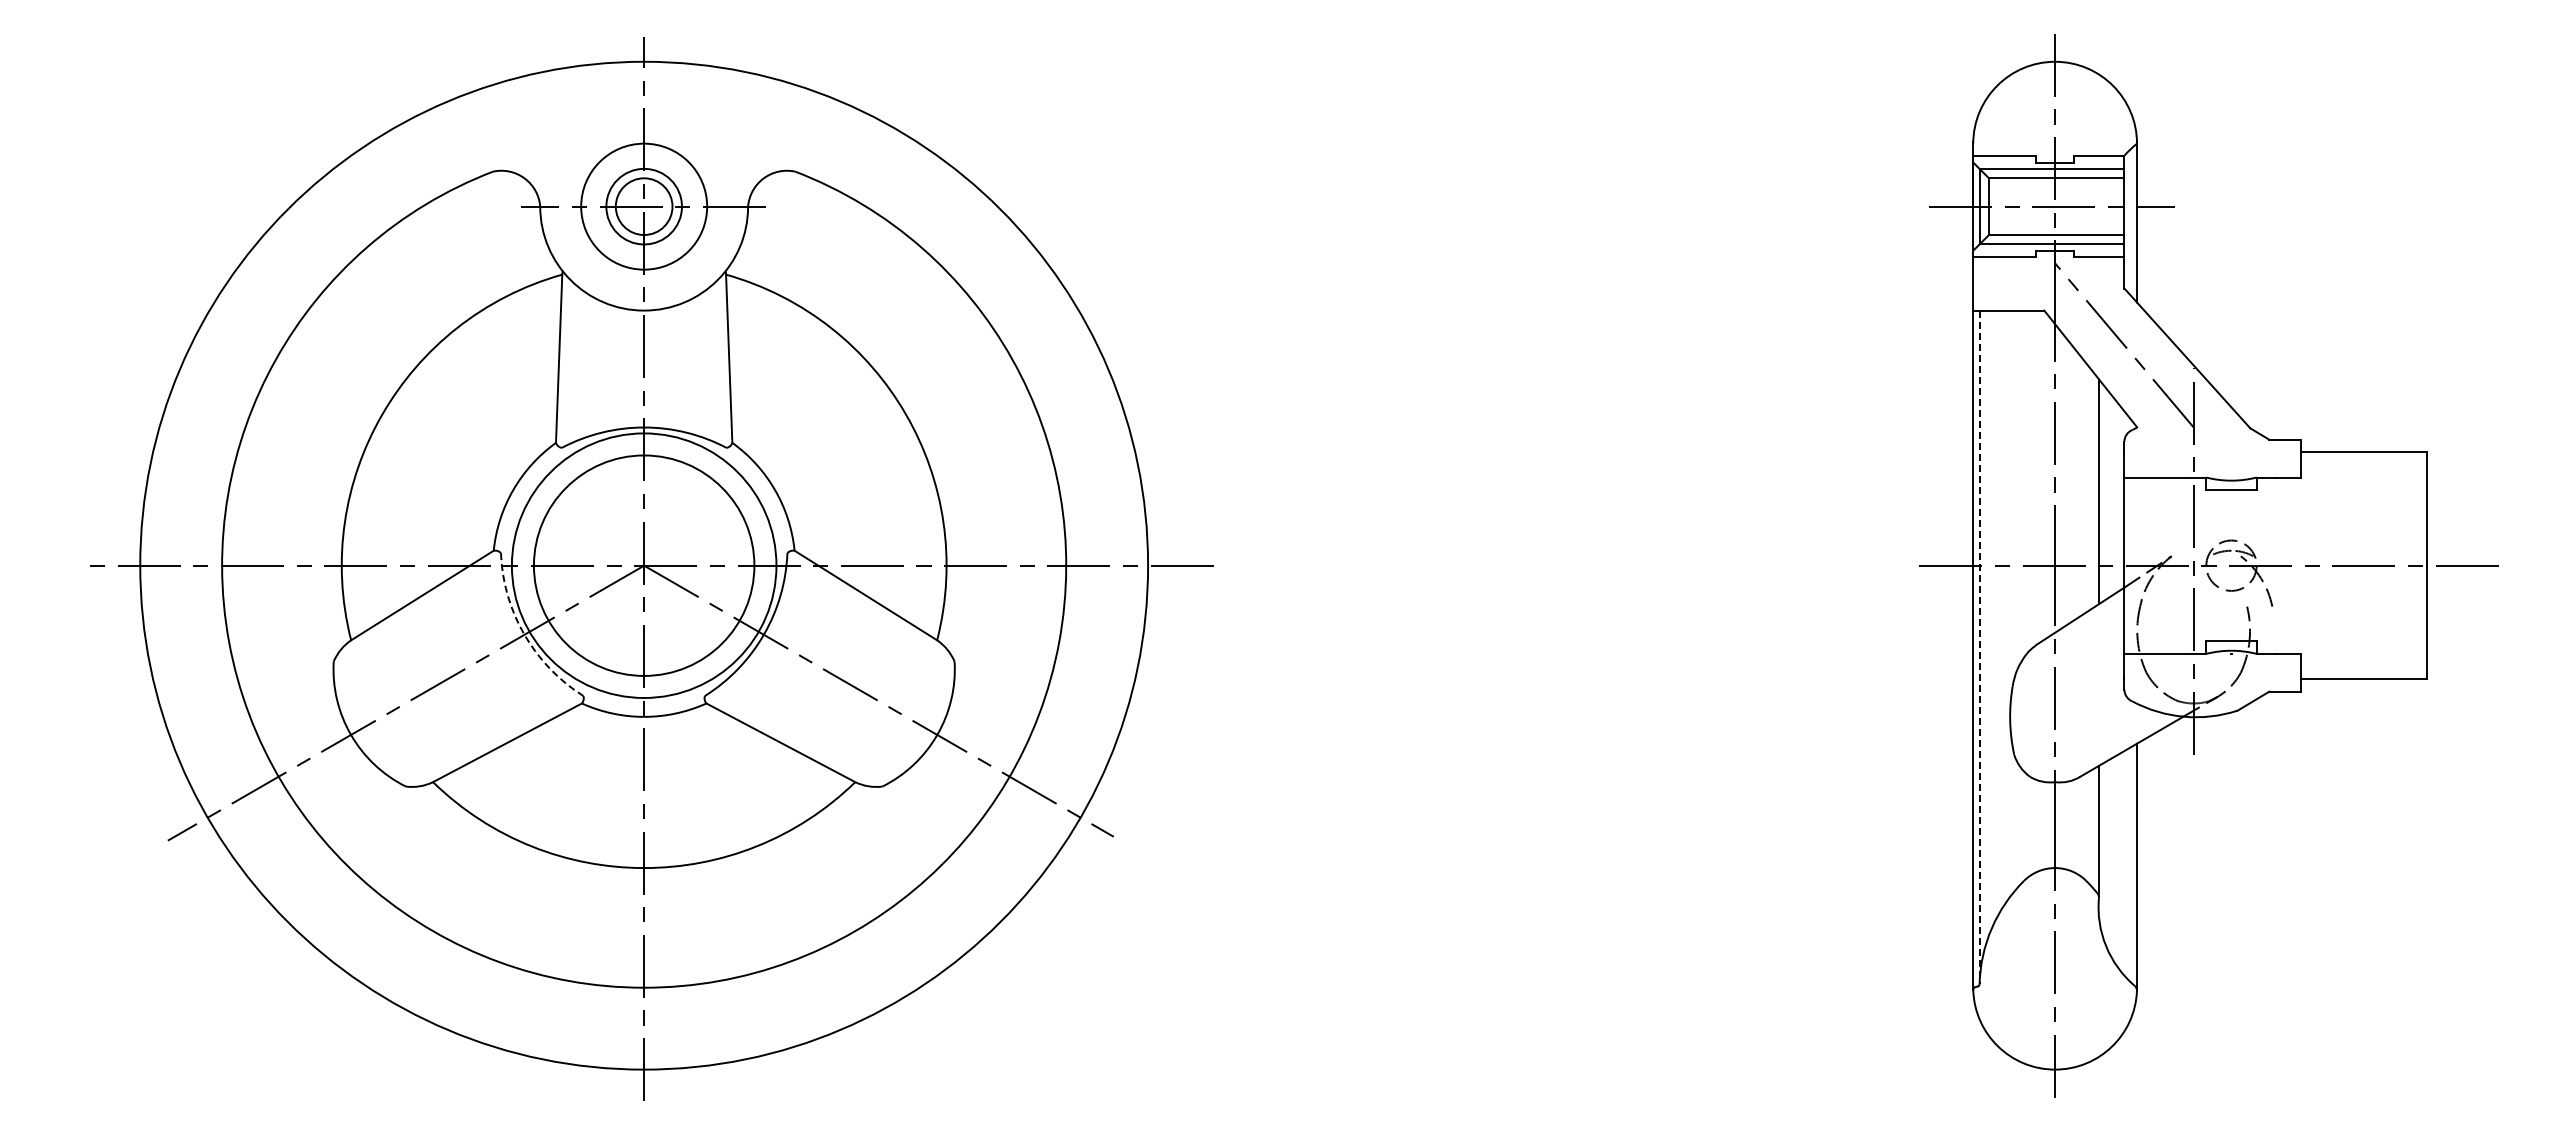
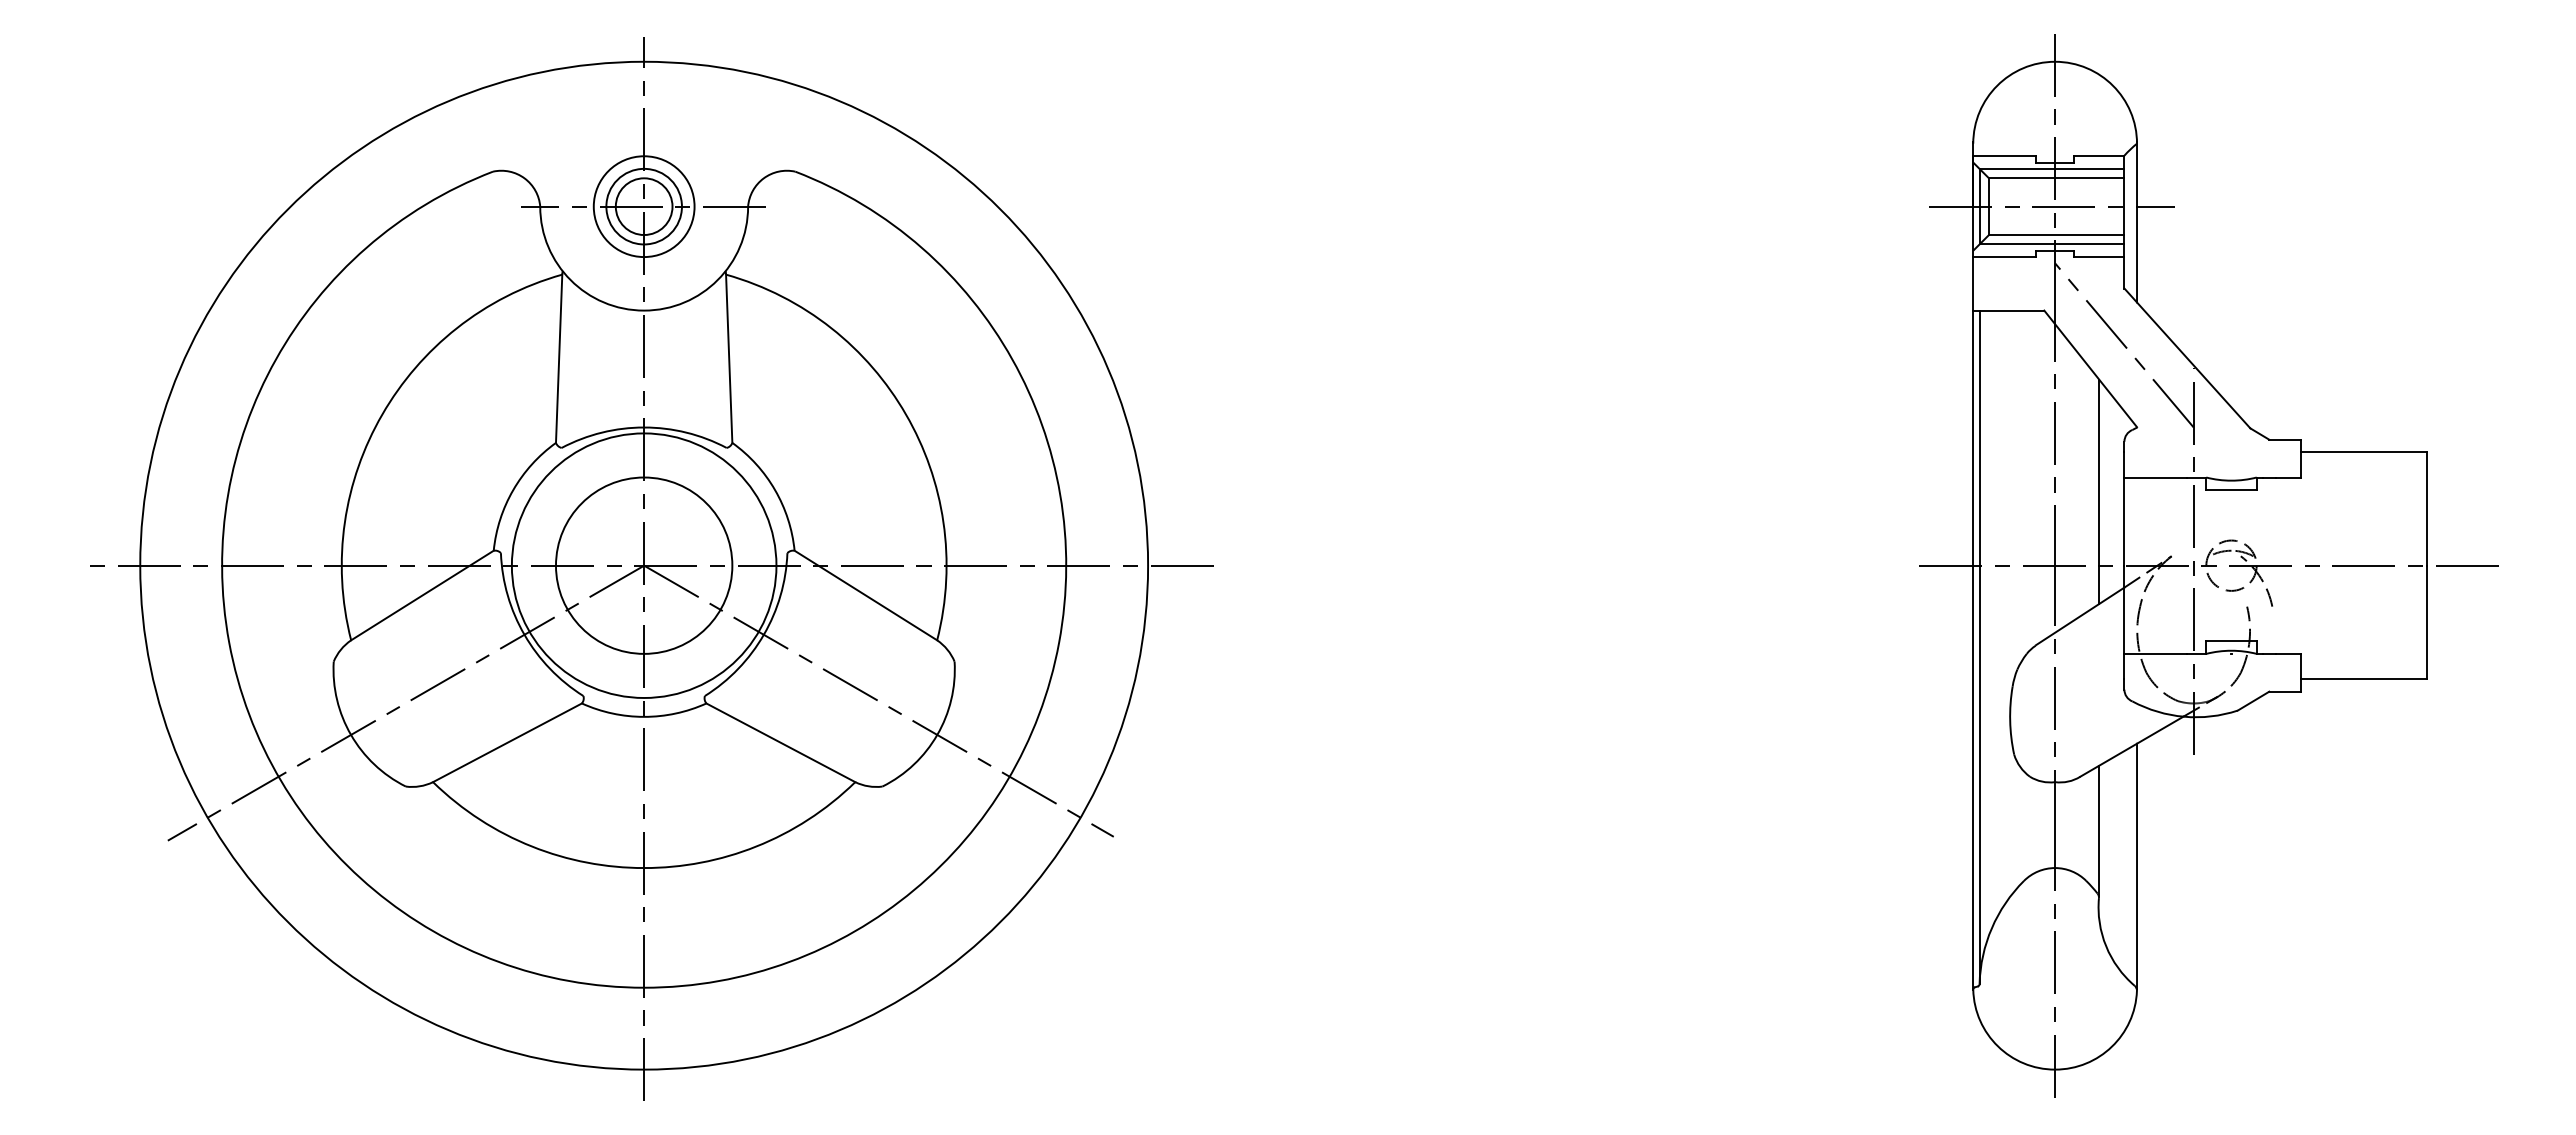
circle at (644, 206) diameter: 126 px -> 101 px
circle at (643, 565) diameter: 220 px -> 176 px
arc at (524, 634): dashed -> solid
line at (1979, 647): dashed -> solid
